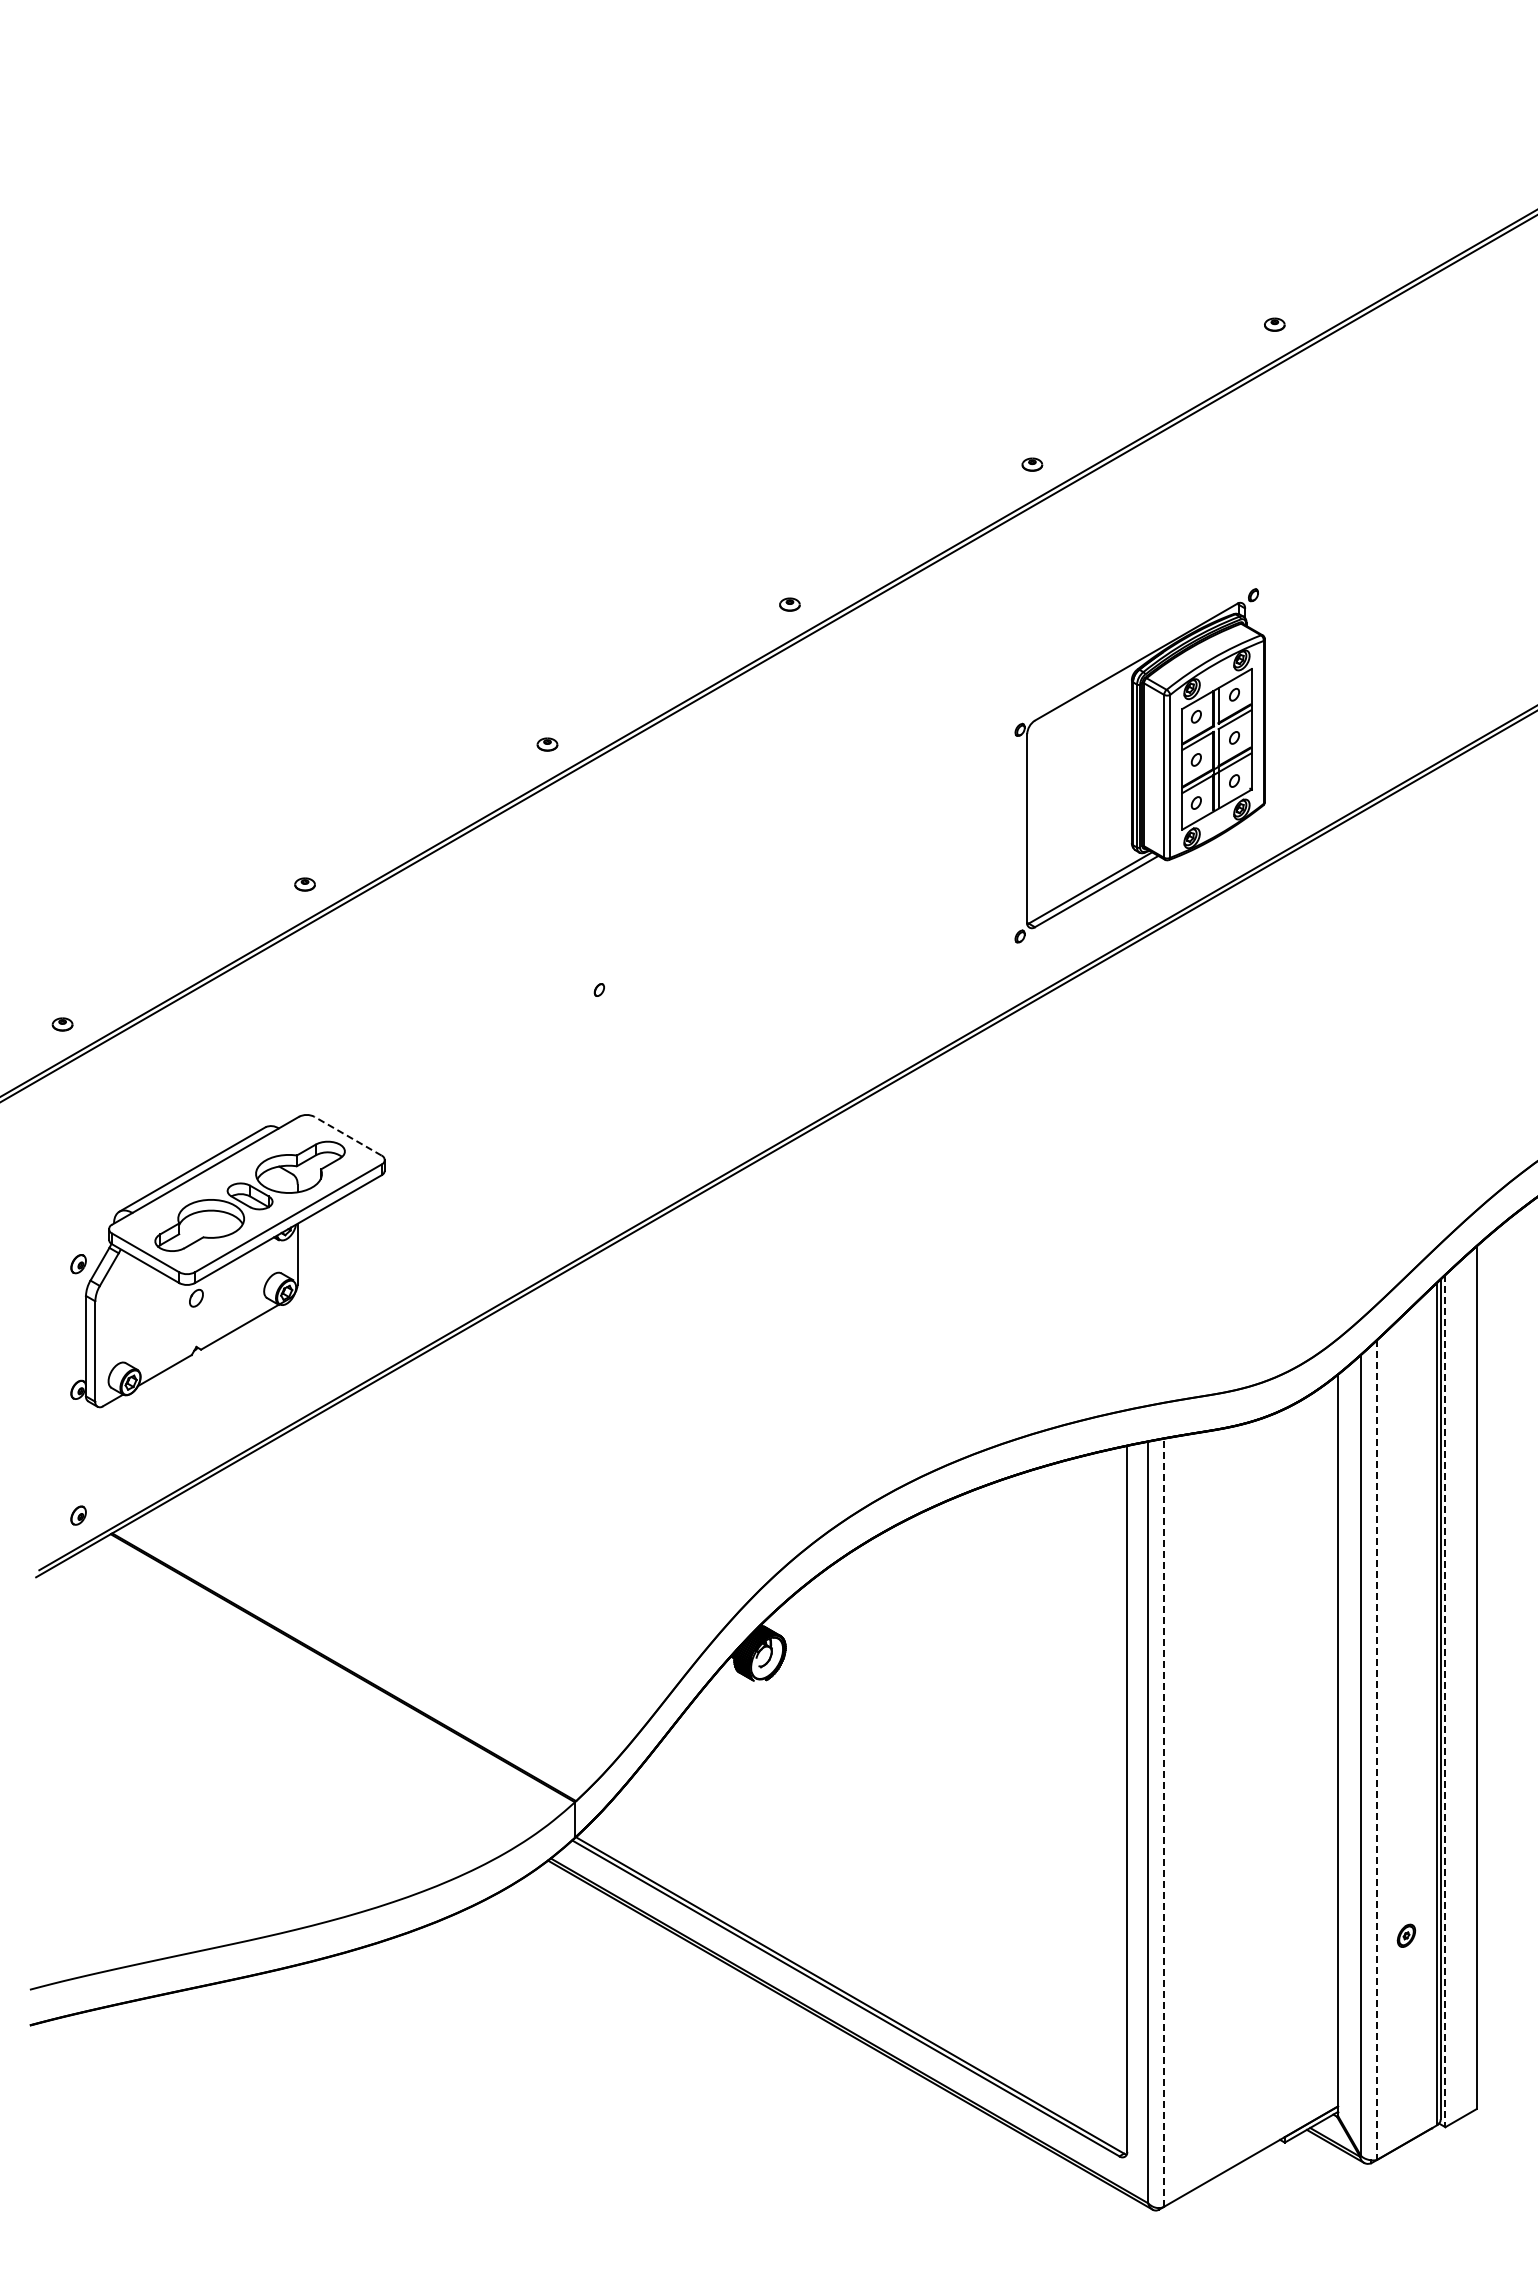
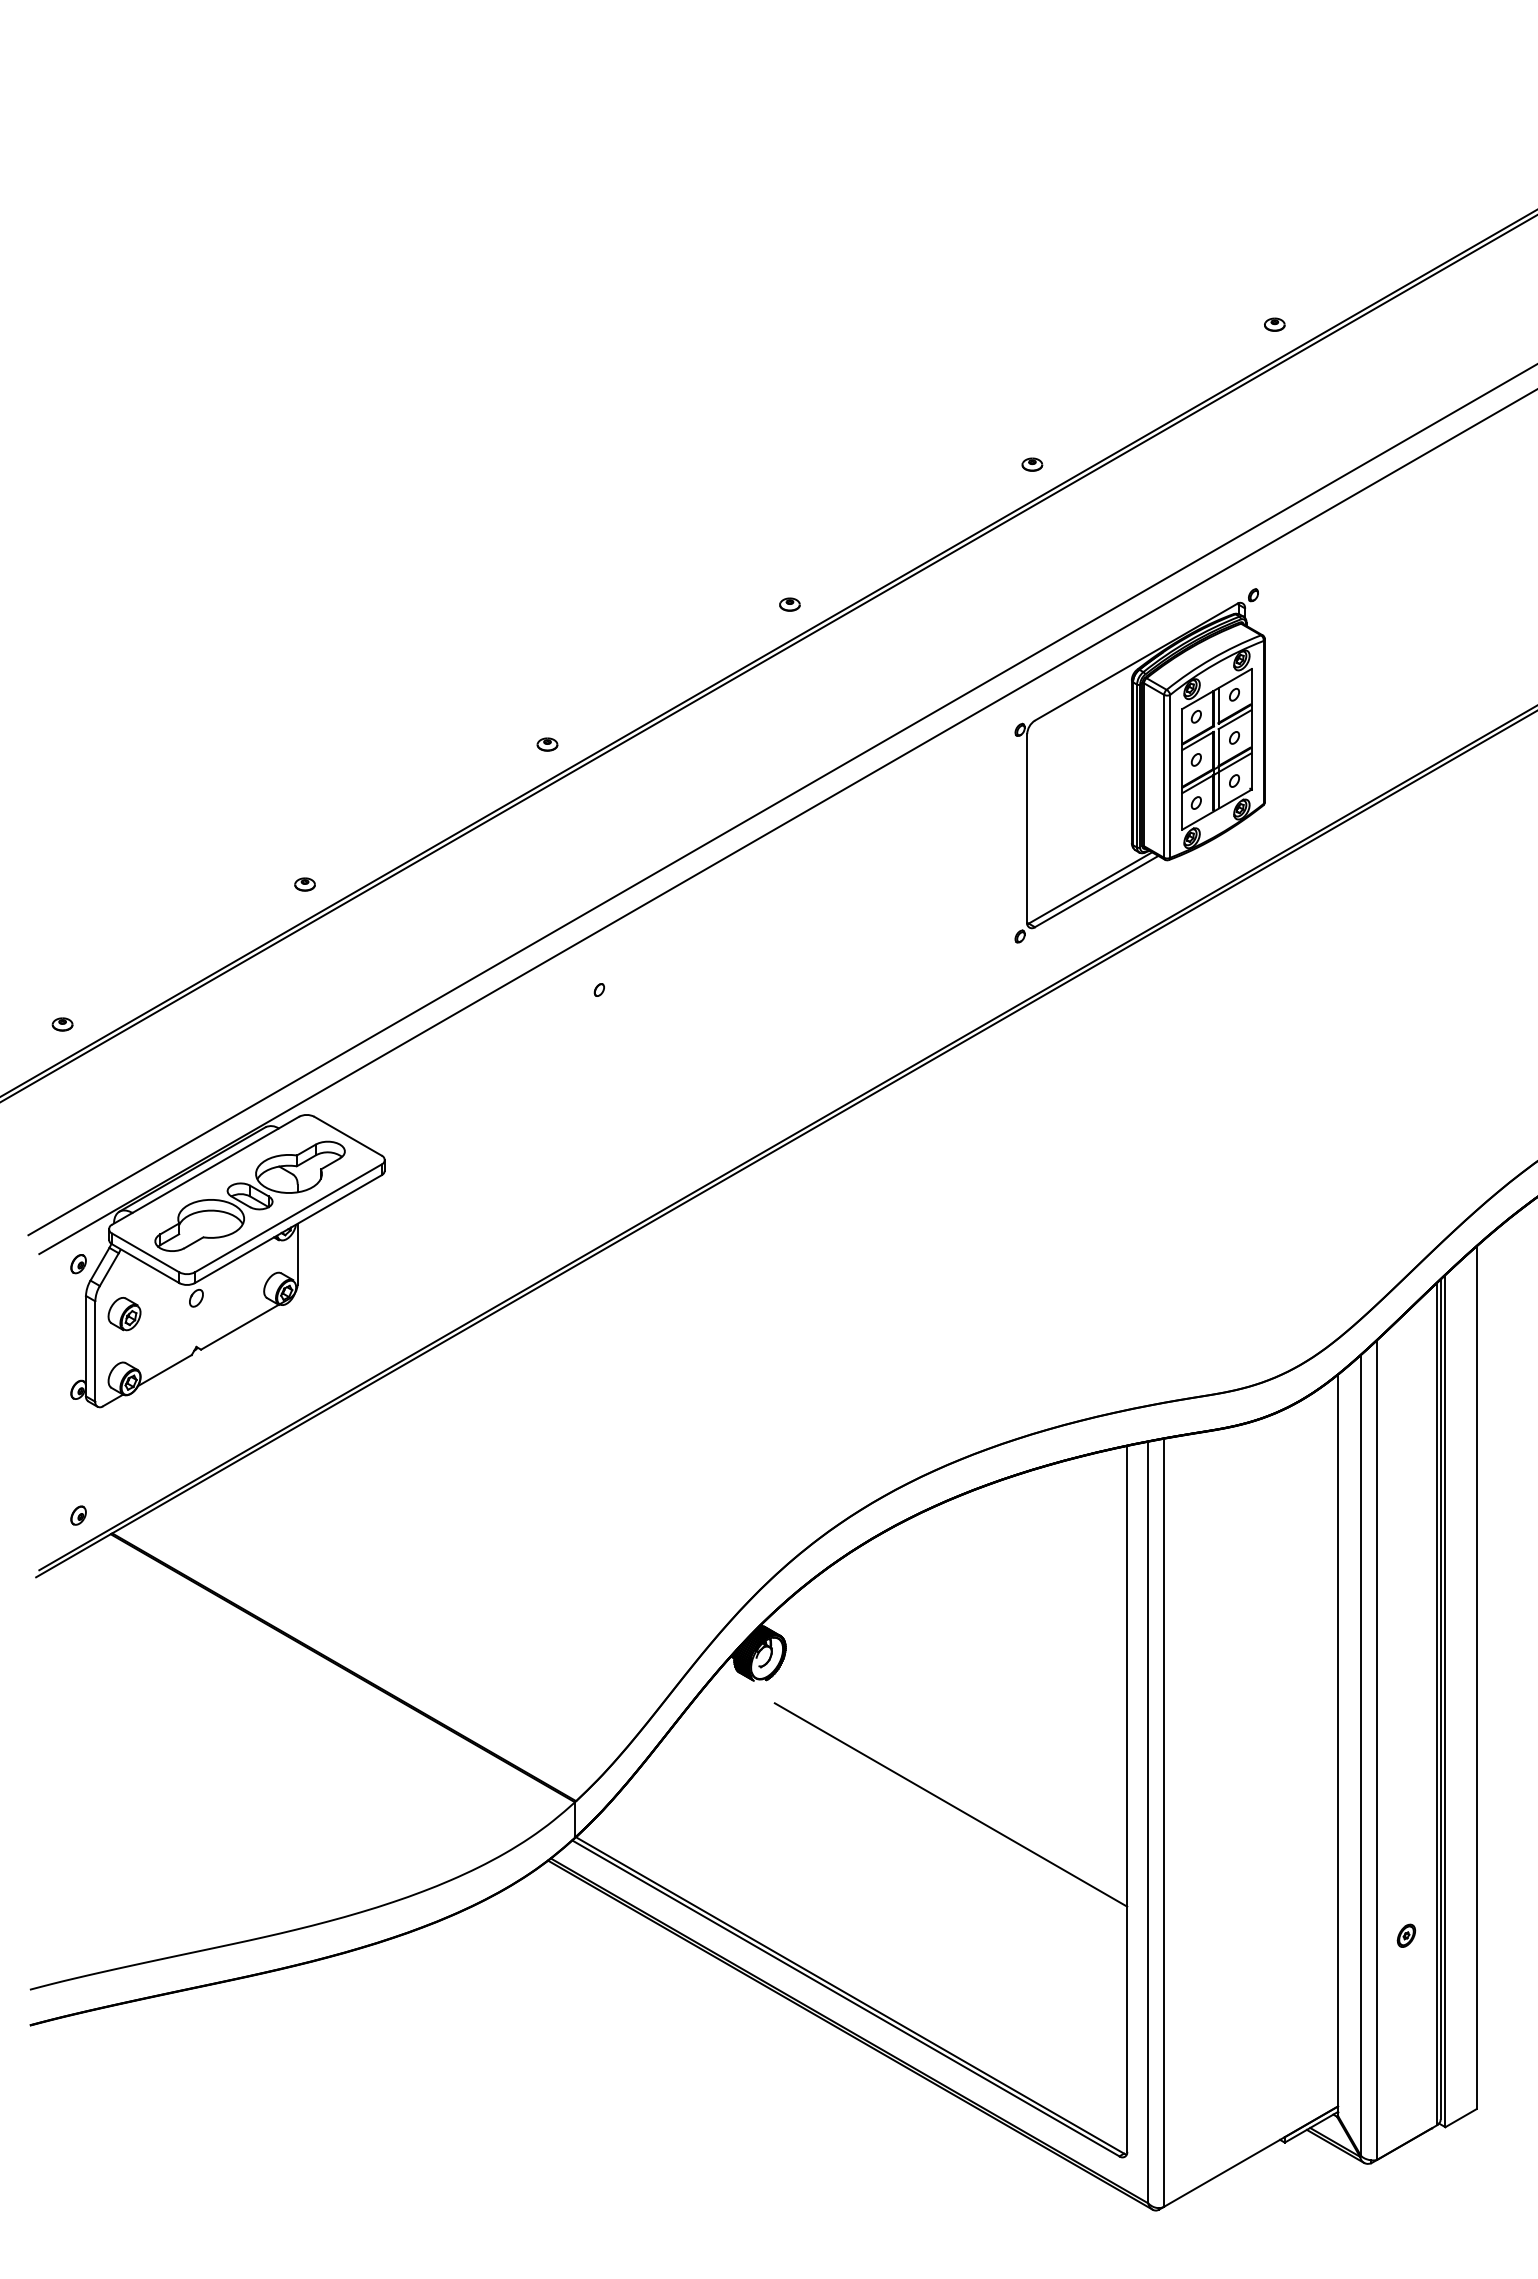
line at (781, 800): none -> present
line at (786, 822): none -> present
line at (348, 1136): dashed -> solid
part at (124, 1314): none -> present
line at (1445, 1701): dashed -> solid
line at (1377, 1750): dashed -> solid
line at (950, 1804): none -> present
line at (1163, 1822): dashed -> solid
